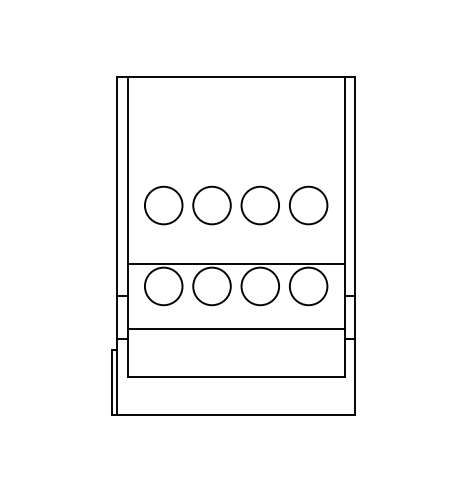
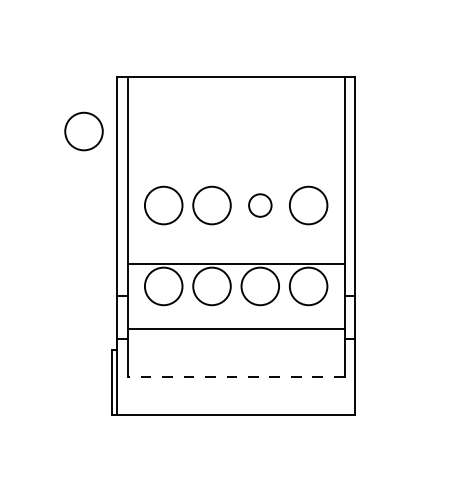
circle at (83, 131): none -> present
circle at (260, 205) diameter: 38 px -> 23 px
line at (235, 376): solid -> dashed
